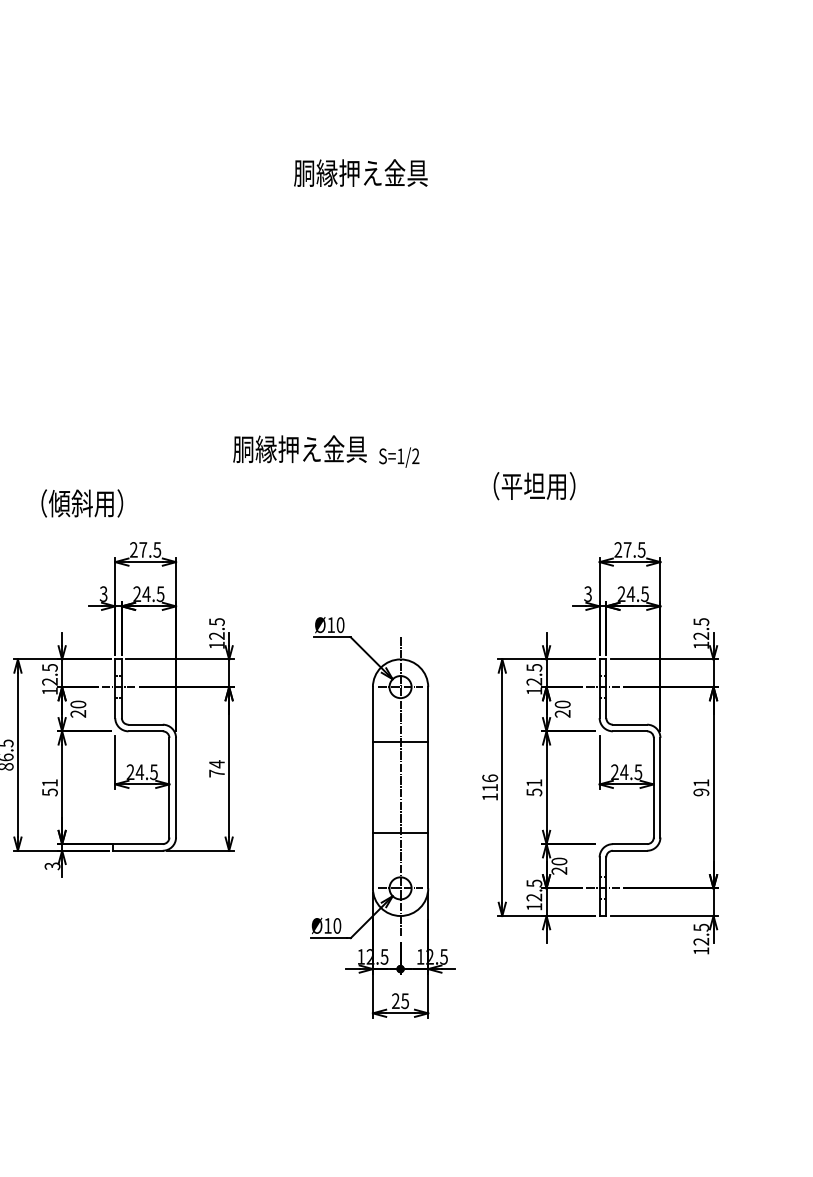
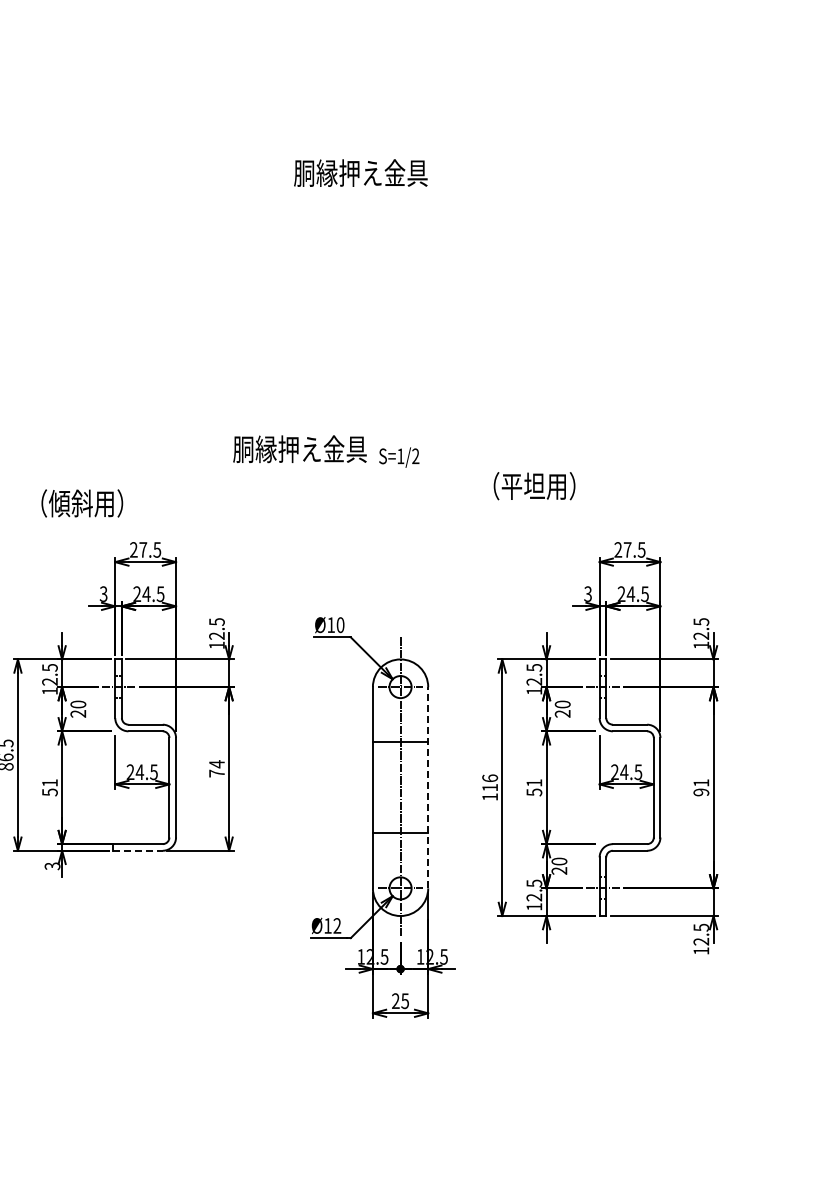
line at (428, 787): solid -> dashed
line at (137, 850): solid -> dashed
text at (337, 925): Ø10 -> Ø12
